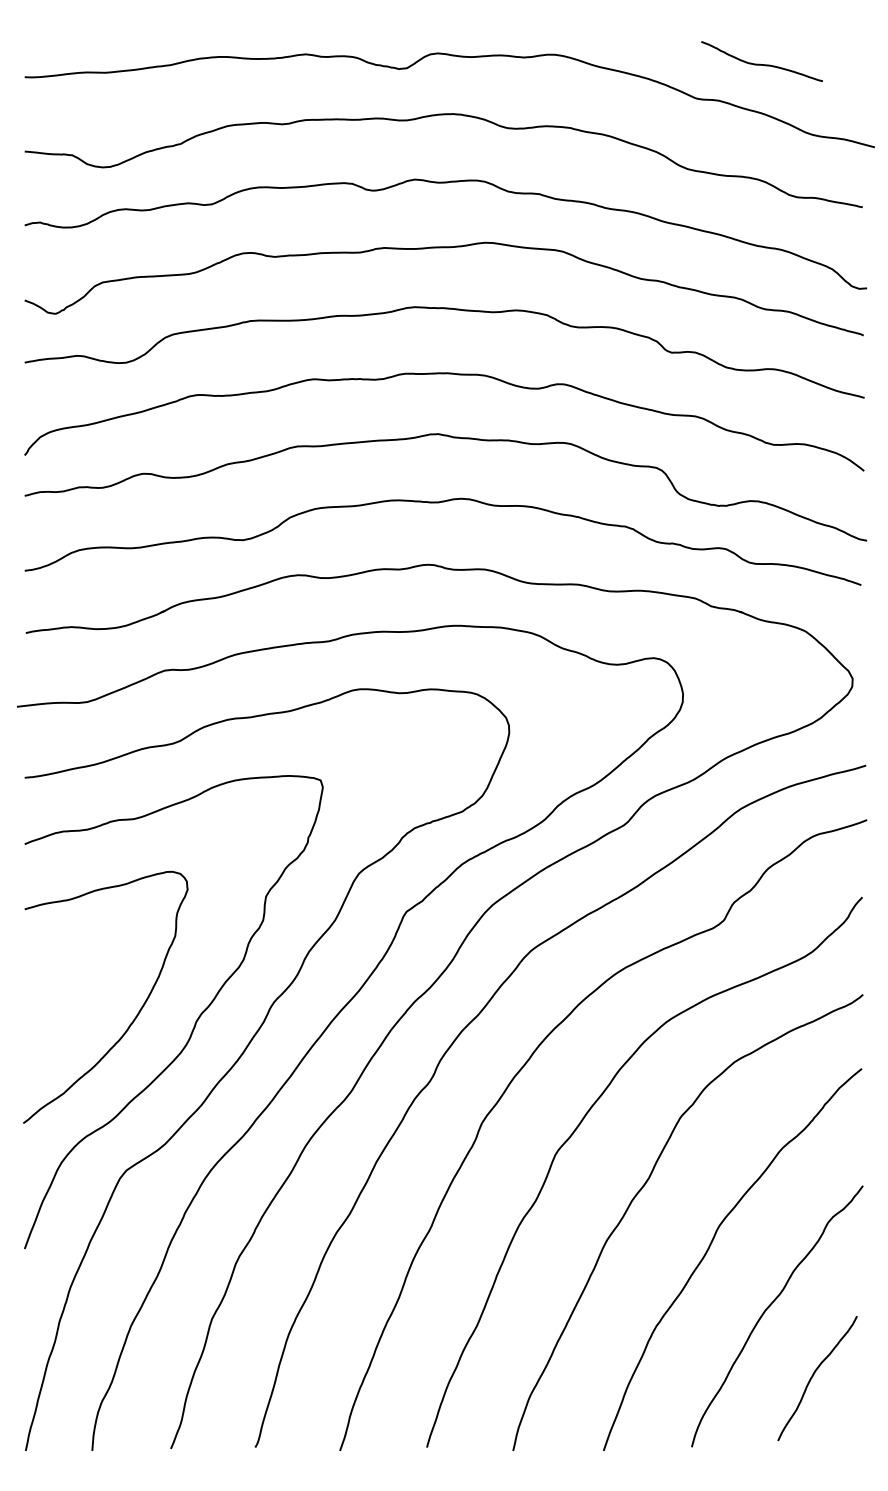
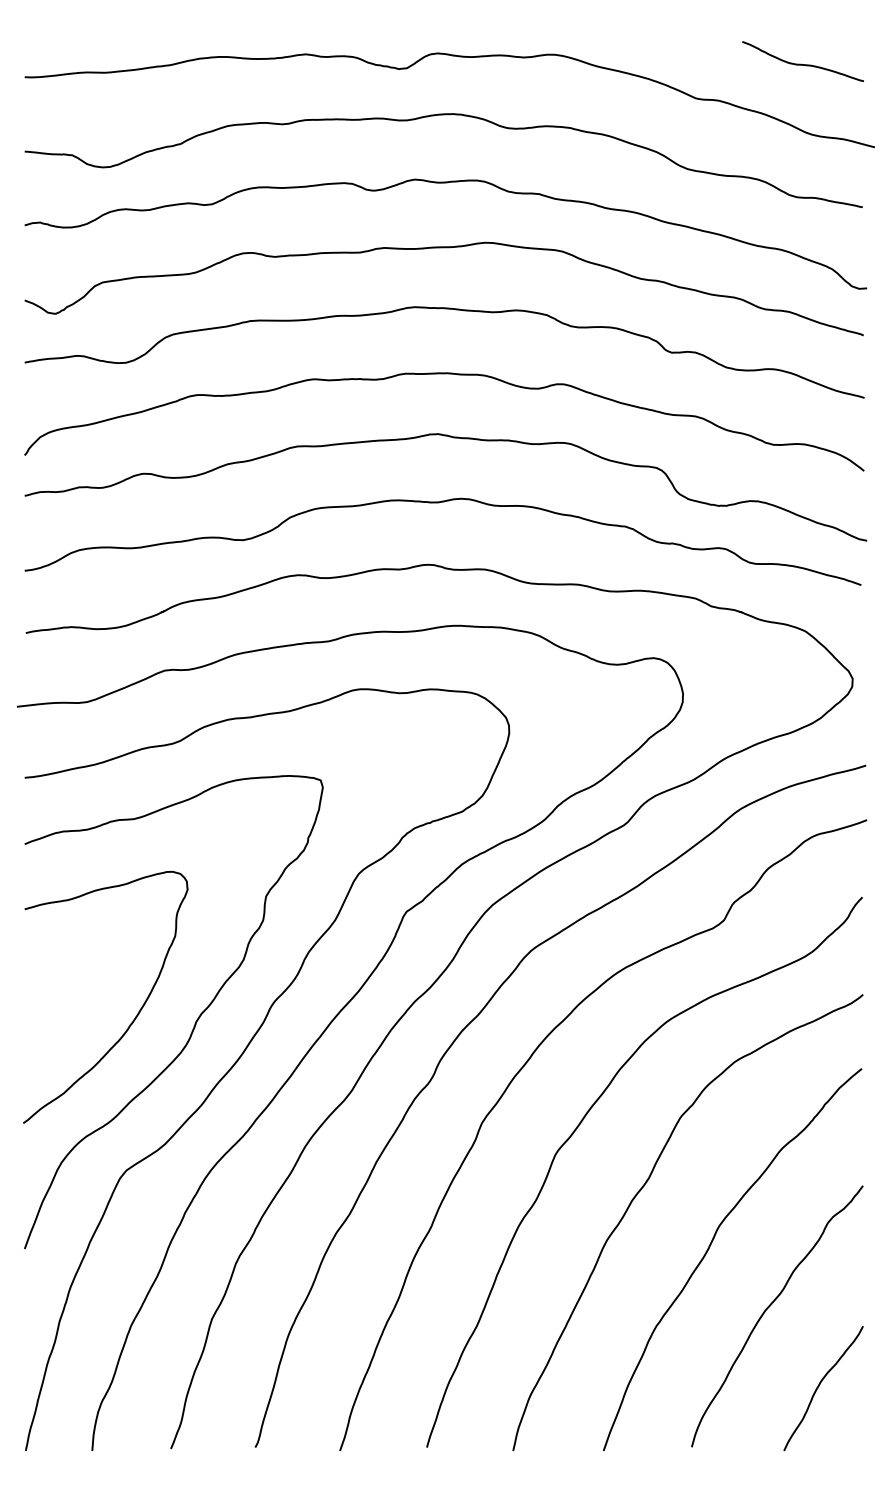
curve at (760, 63) position: (760, 63) -> (801, 63)
curve at (813, 1376) position: (813, 1376) -> (819, 1386)
